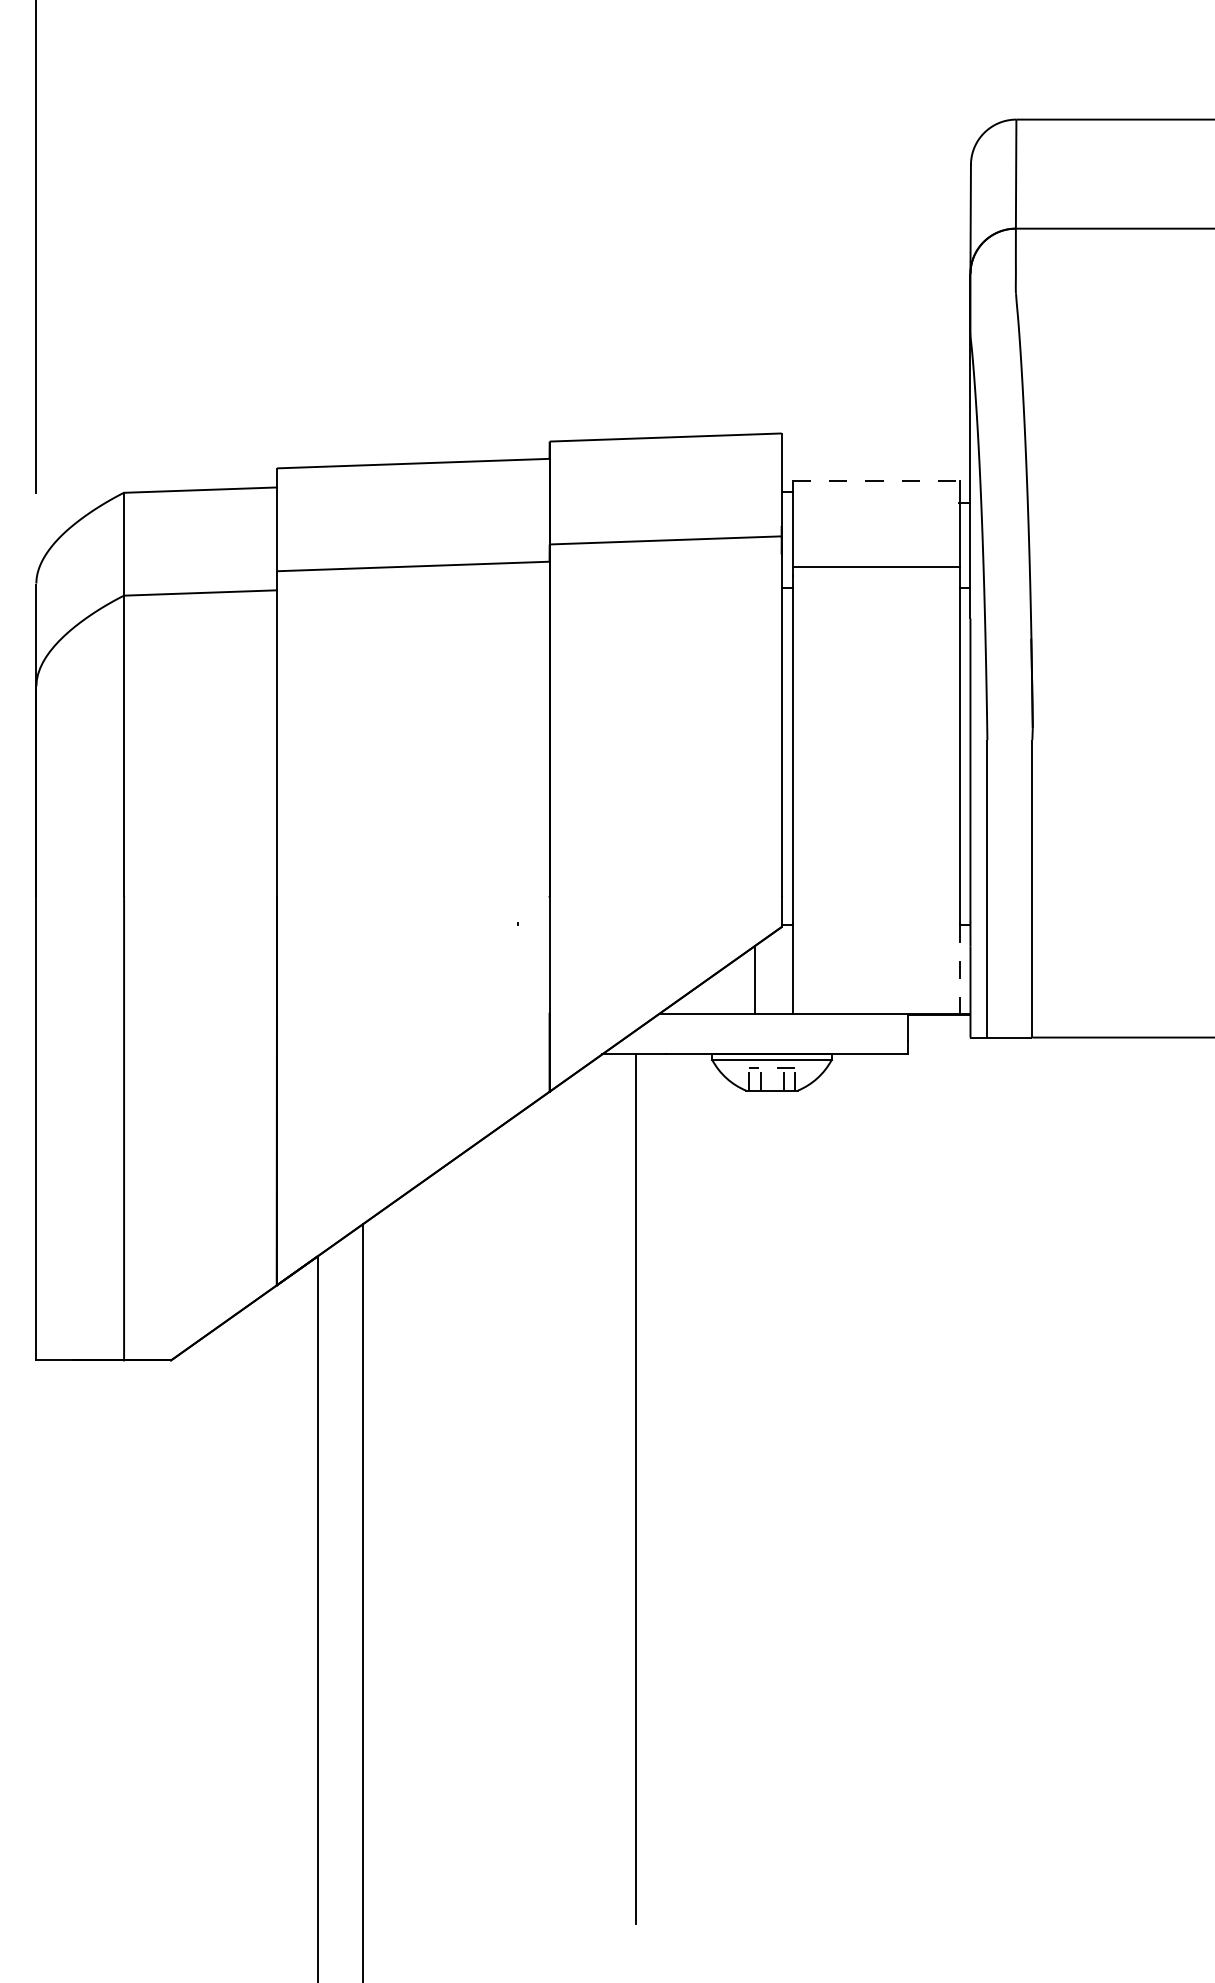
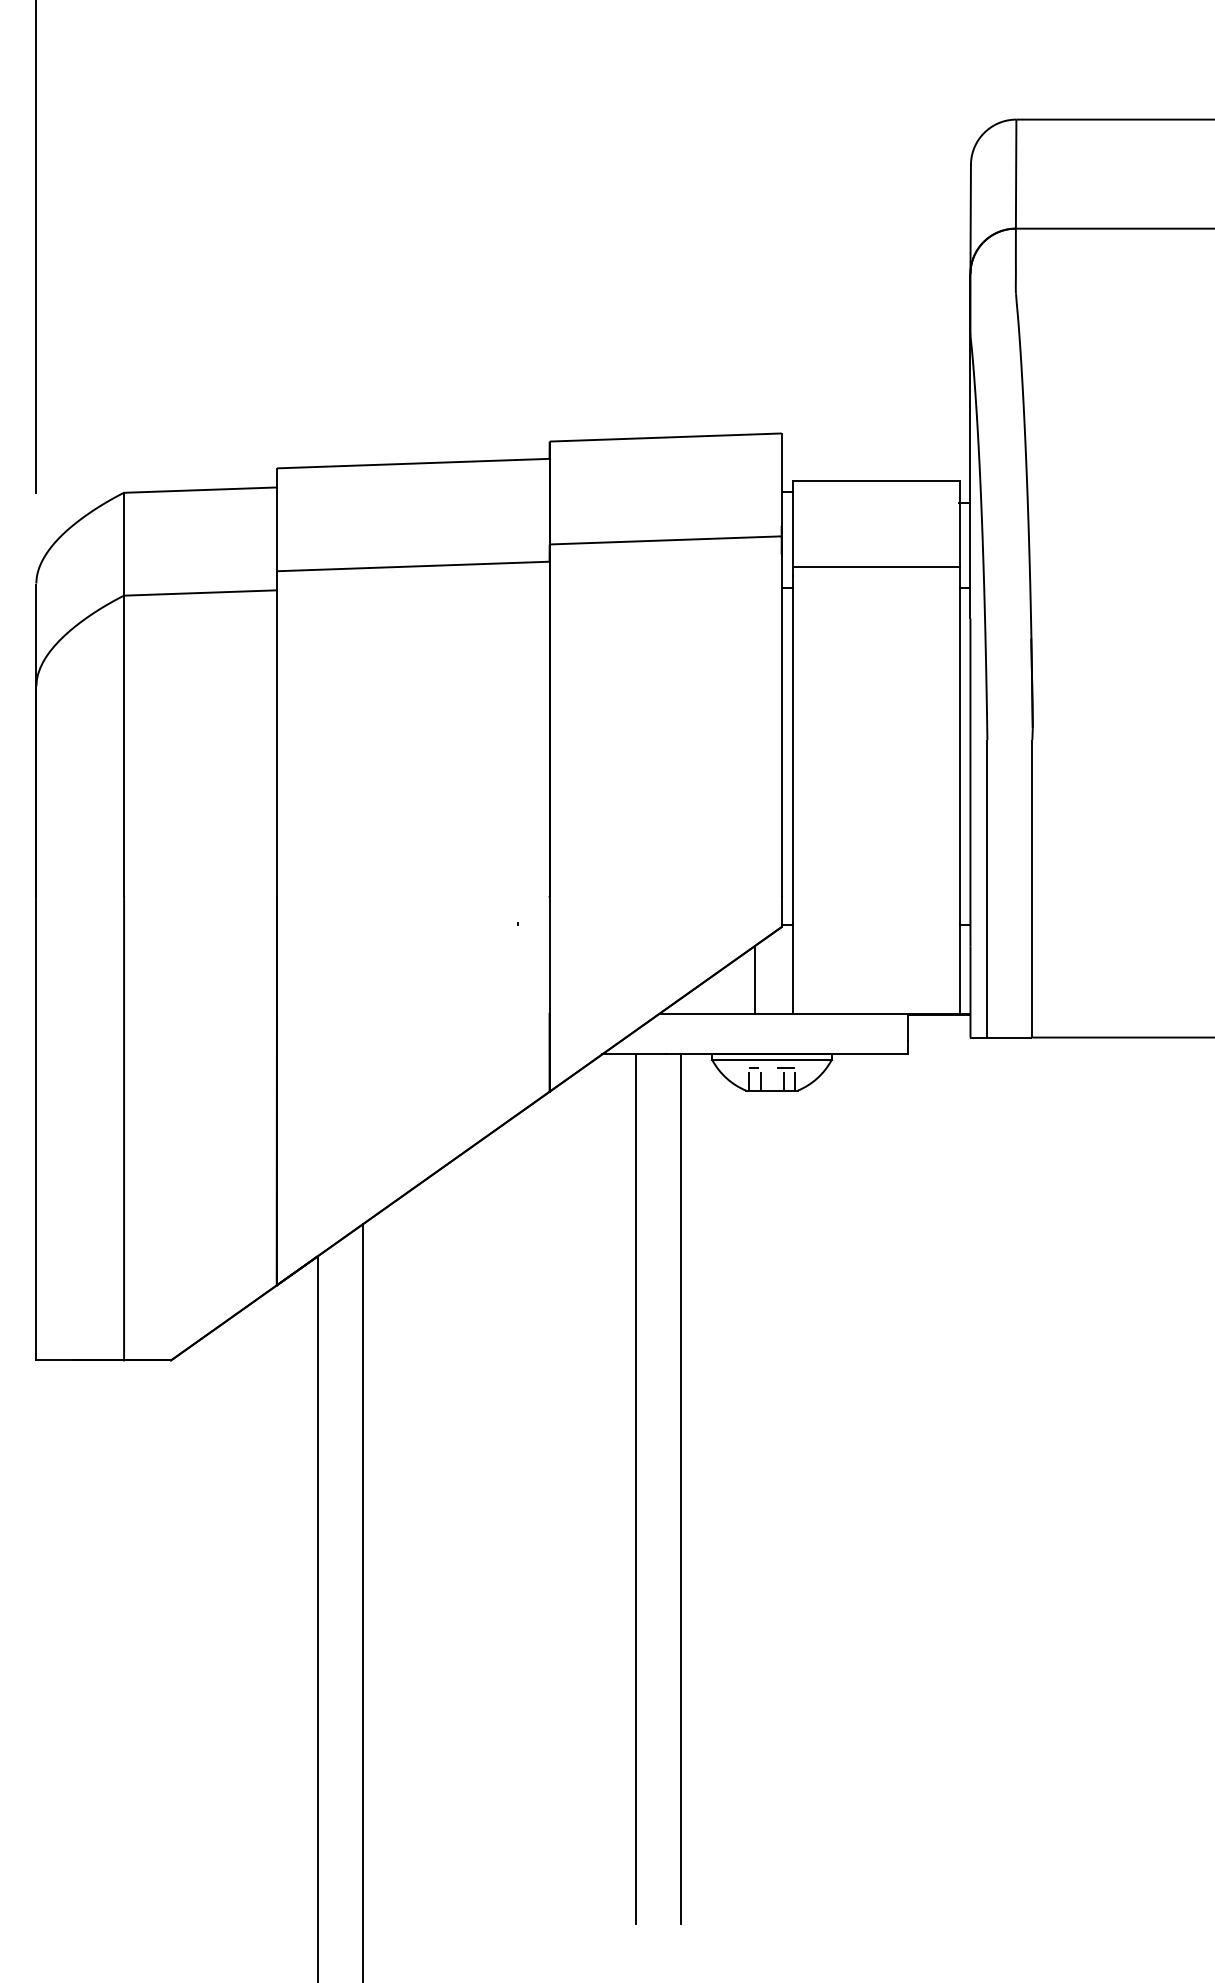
line at (876, 480): dashed -> solid
line at (959, 969): dashed -> solid
line at (681, 1488): none -> present
